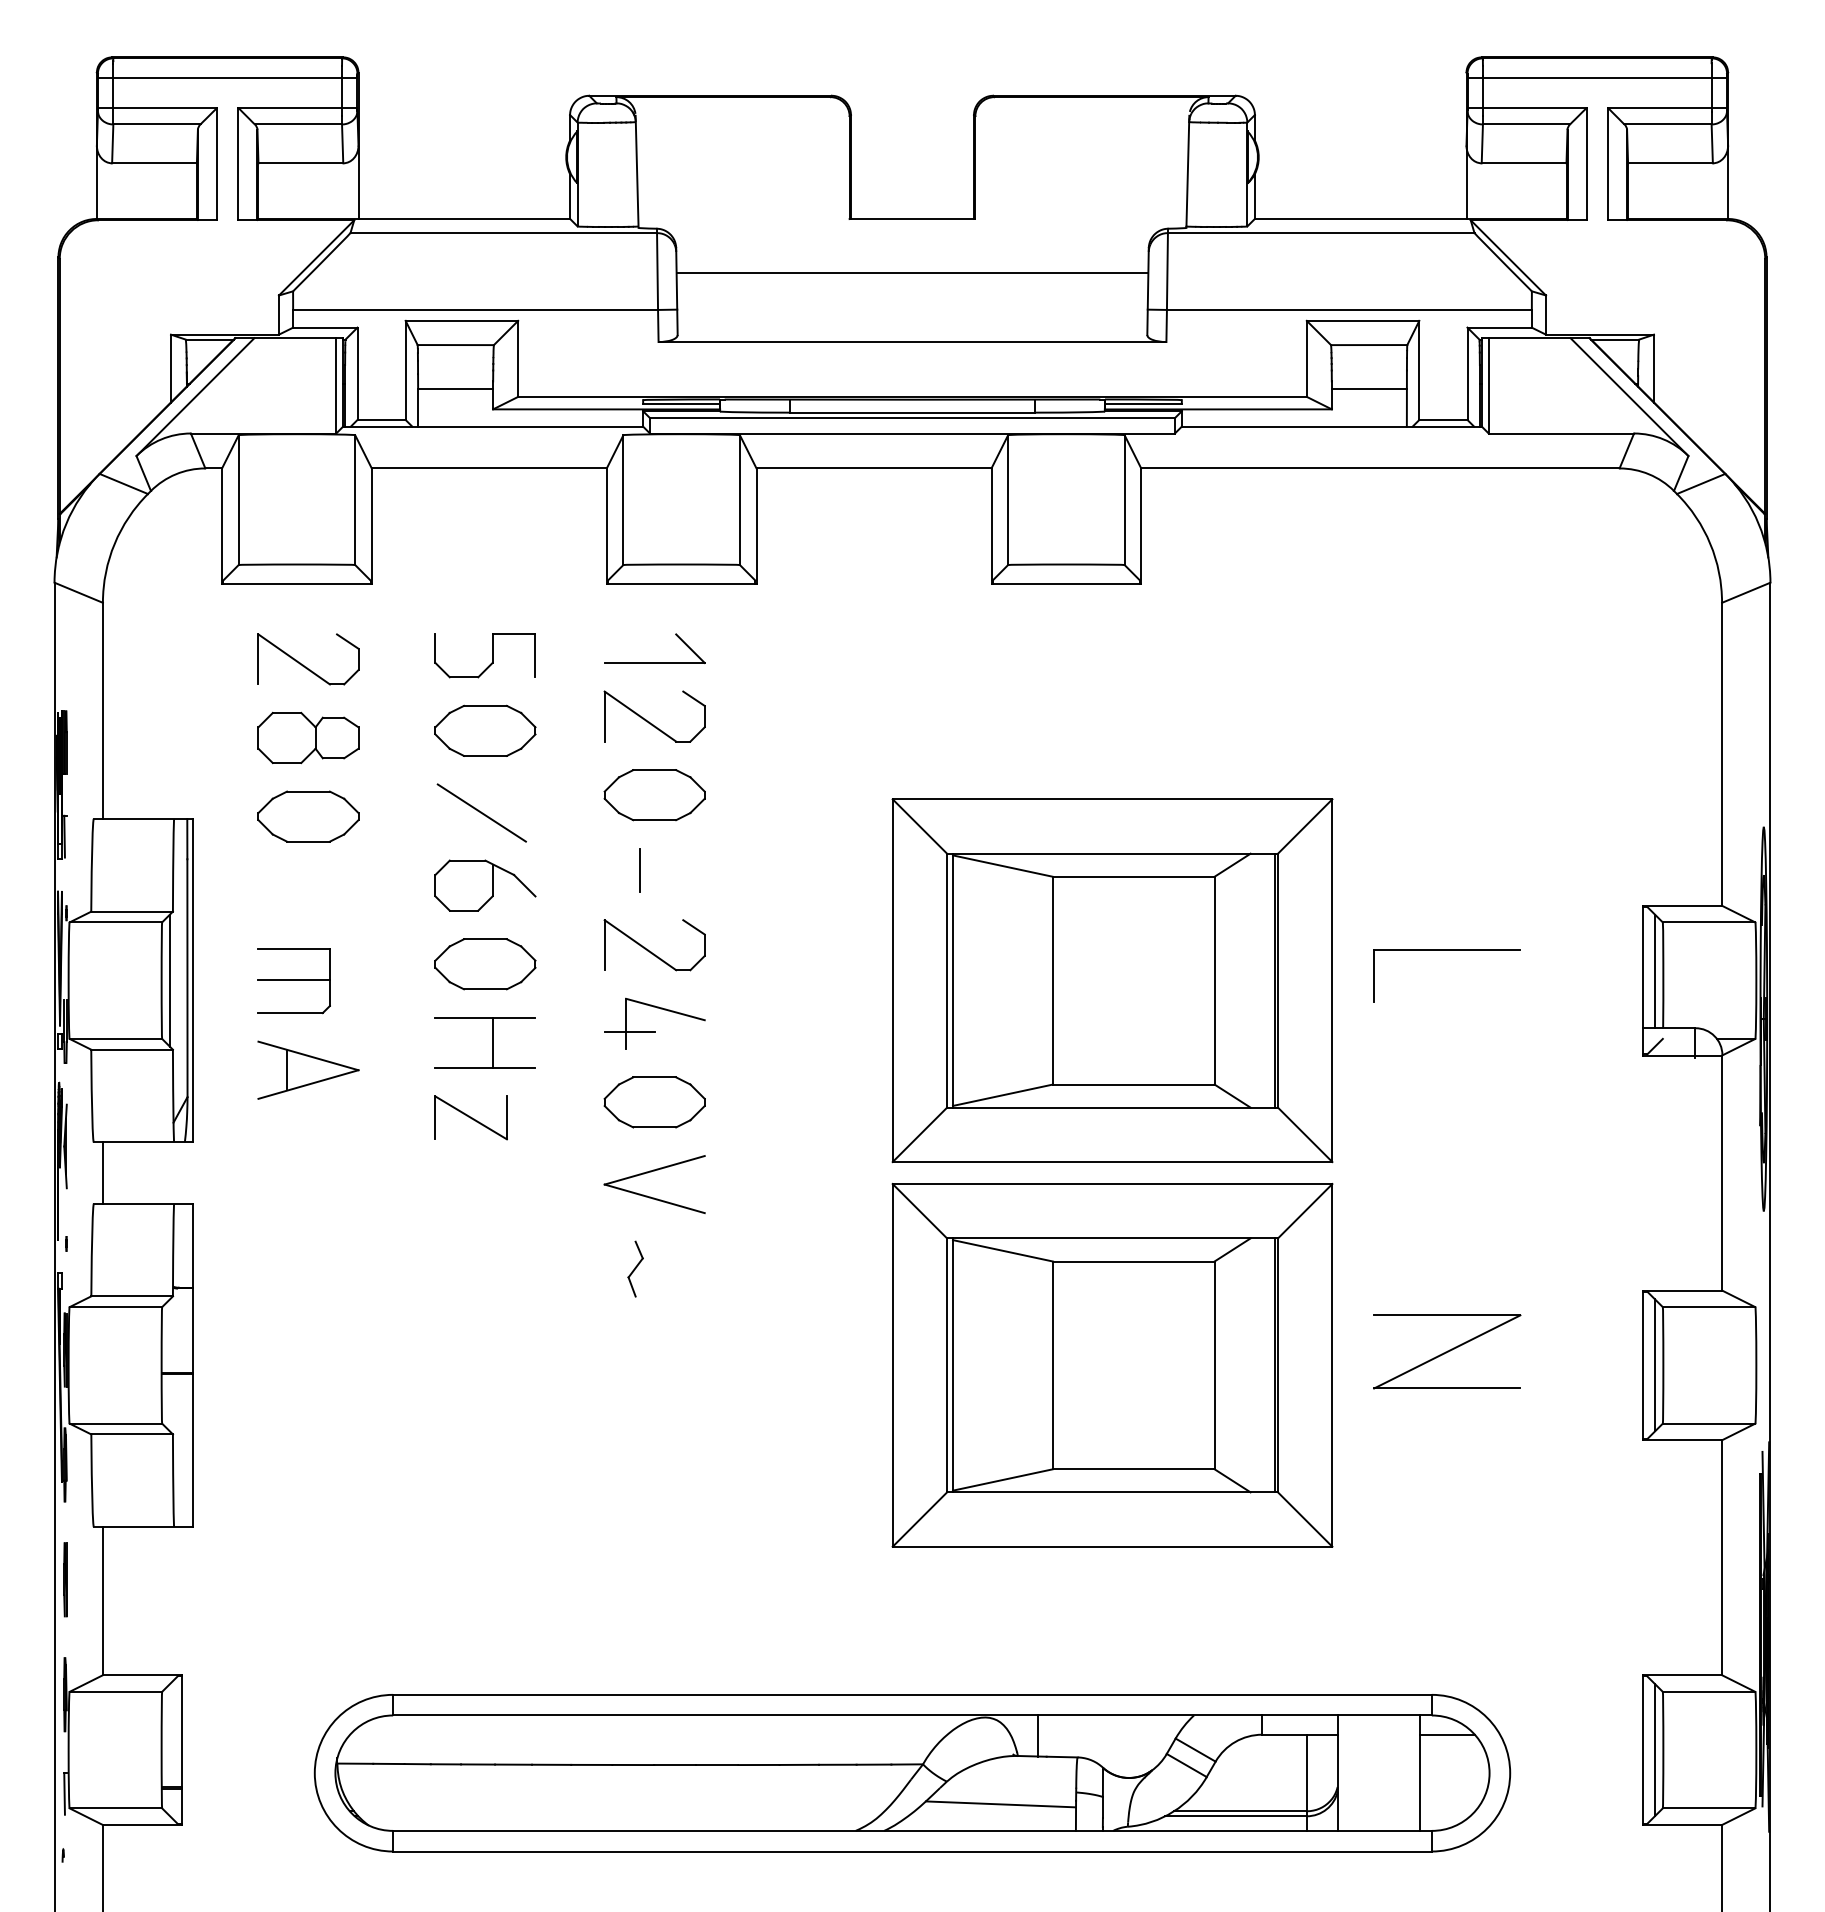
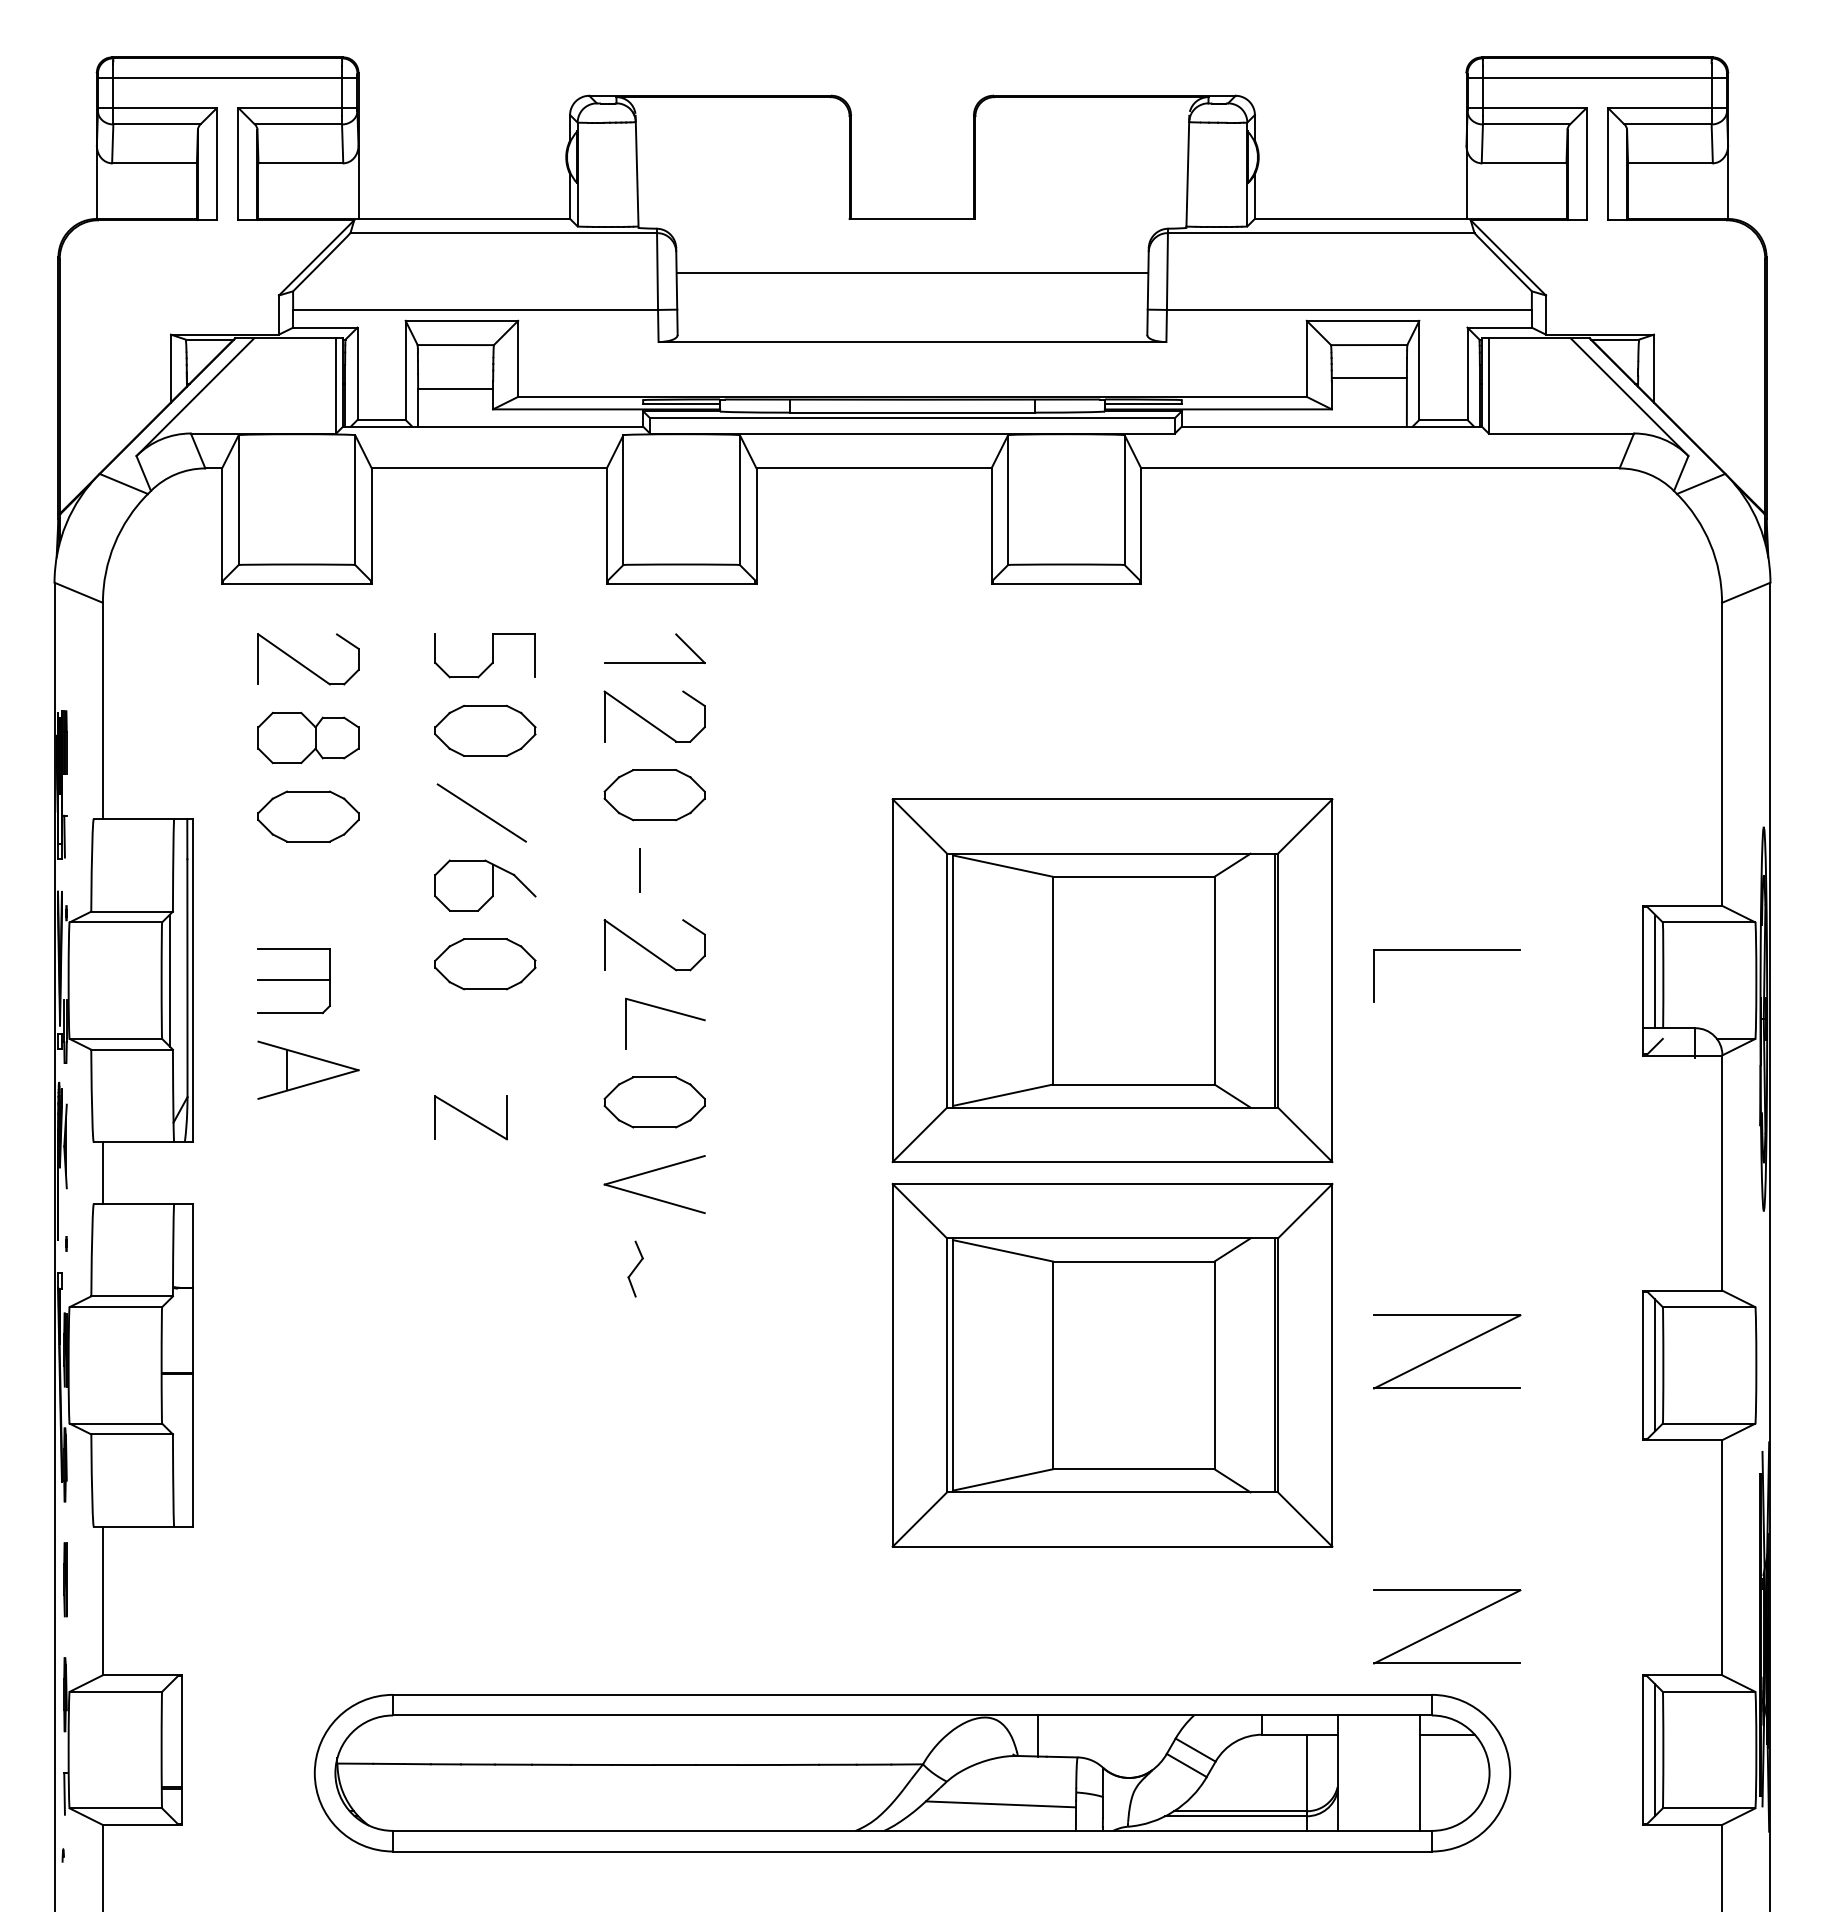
line at (1368, 389) position: (1368, 389) -> (1368, 378)
line at (629, 1032): present -> none
part at (492, 1042): present -> none
part at (1447, 1626): none -> present
